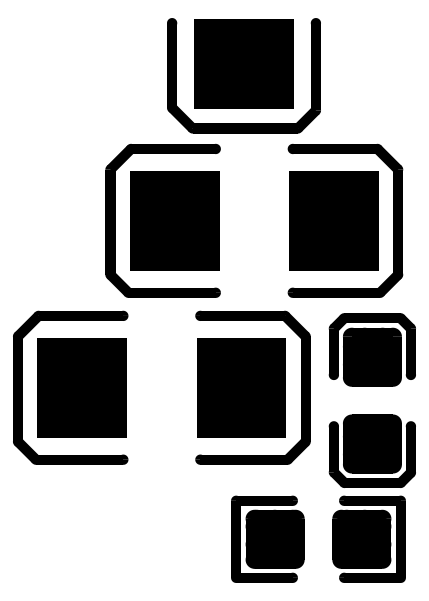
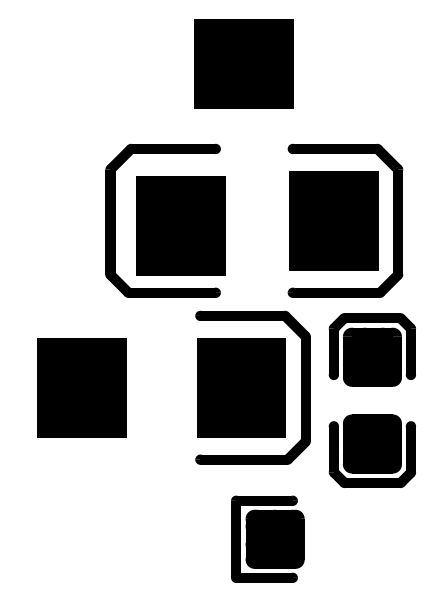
part at (243, 123): present -> none
part at (174, 220) position: (174, 220) -> (180, 225)
part at (22, 387): present -> none
part at (368, 538): present -> none
